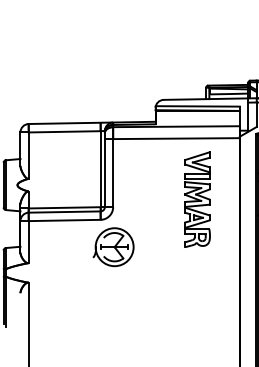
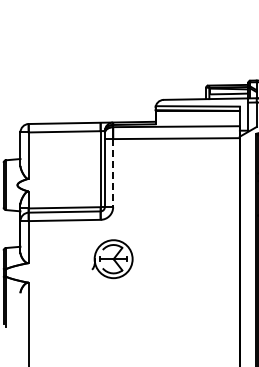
line at (113, 173): solid -> dashed
part at (197, 199): present -> none
part at (113, 247) position: (113, 247) -> (112, 259)
